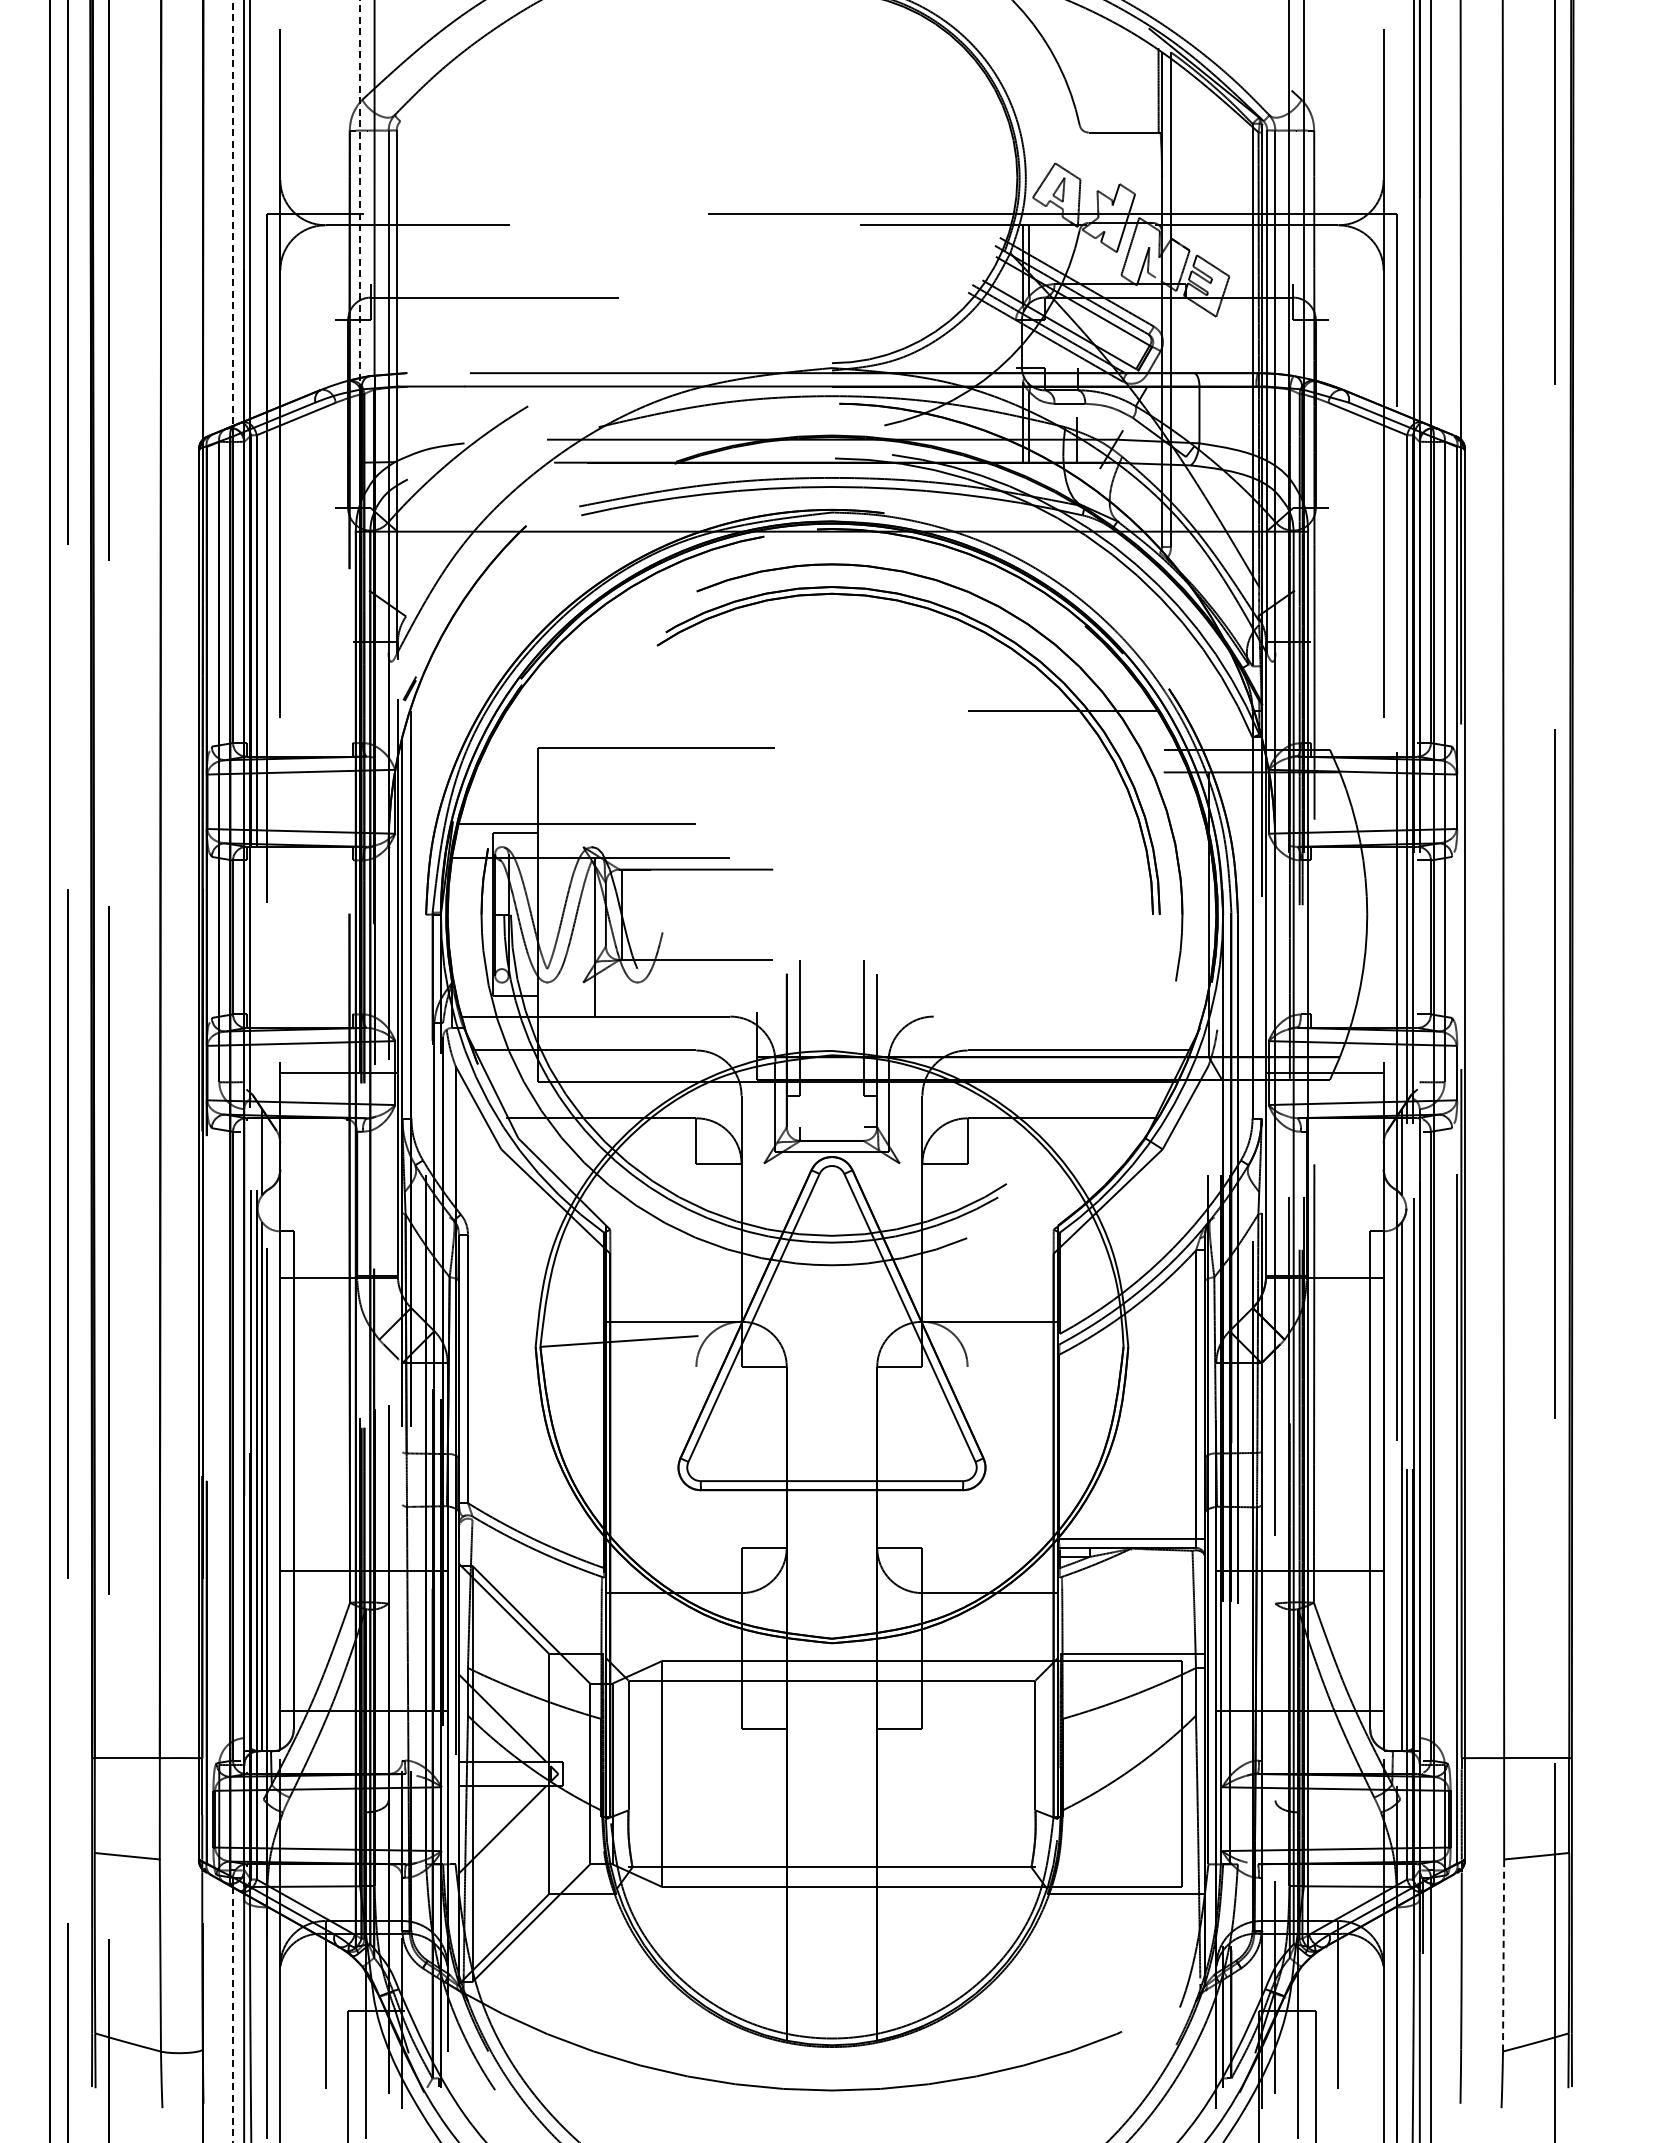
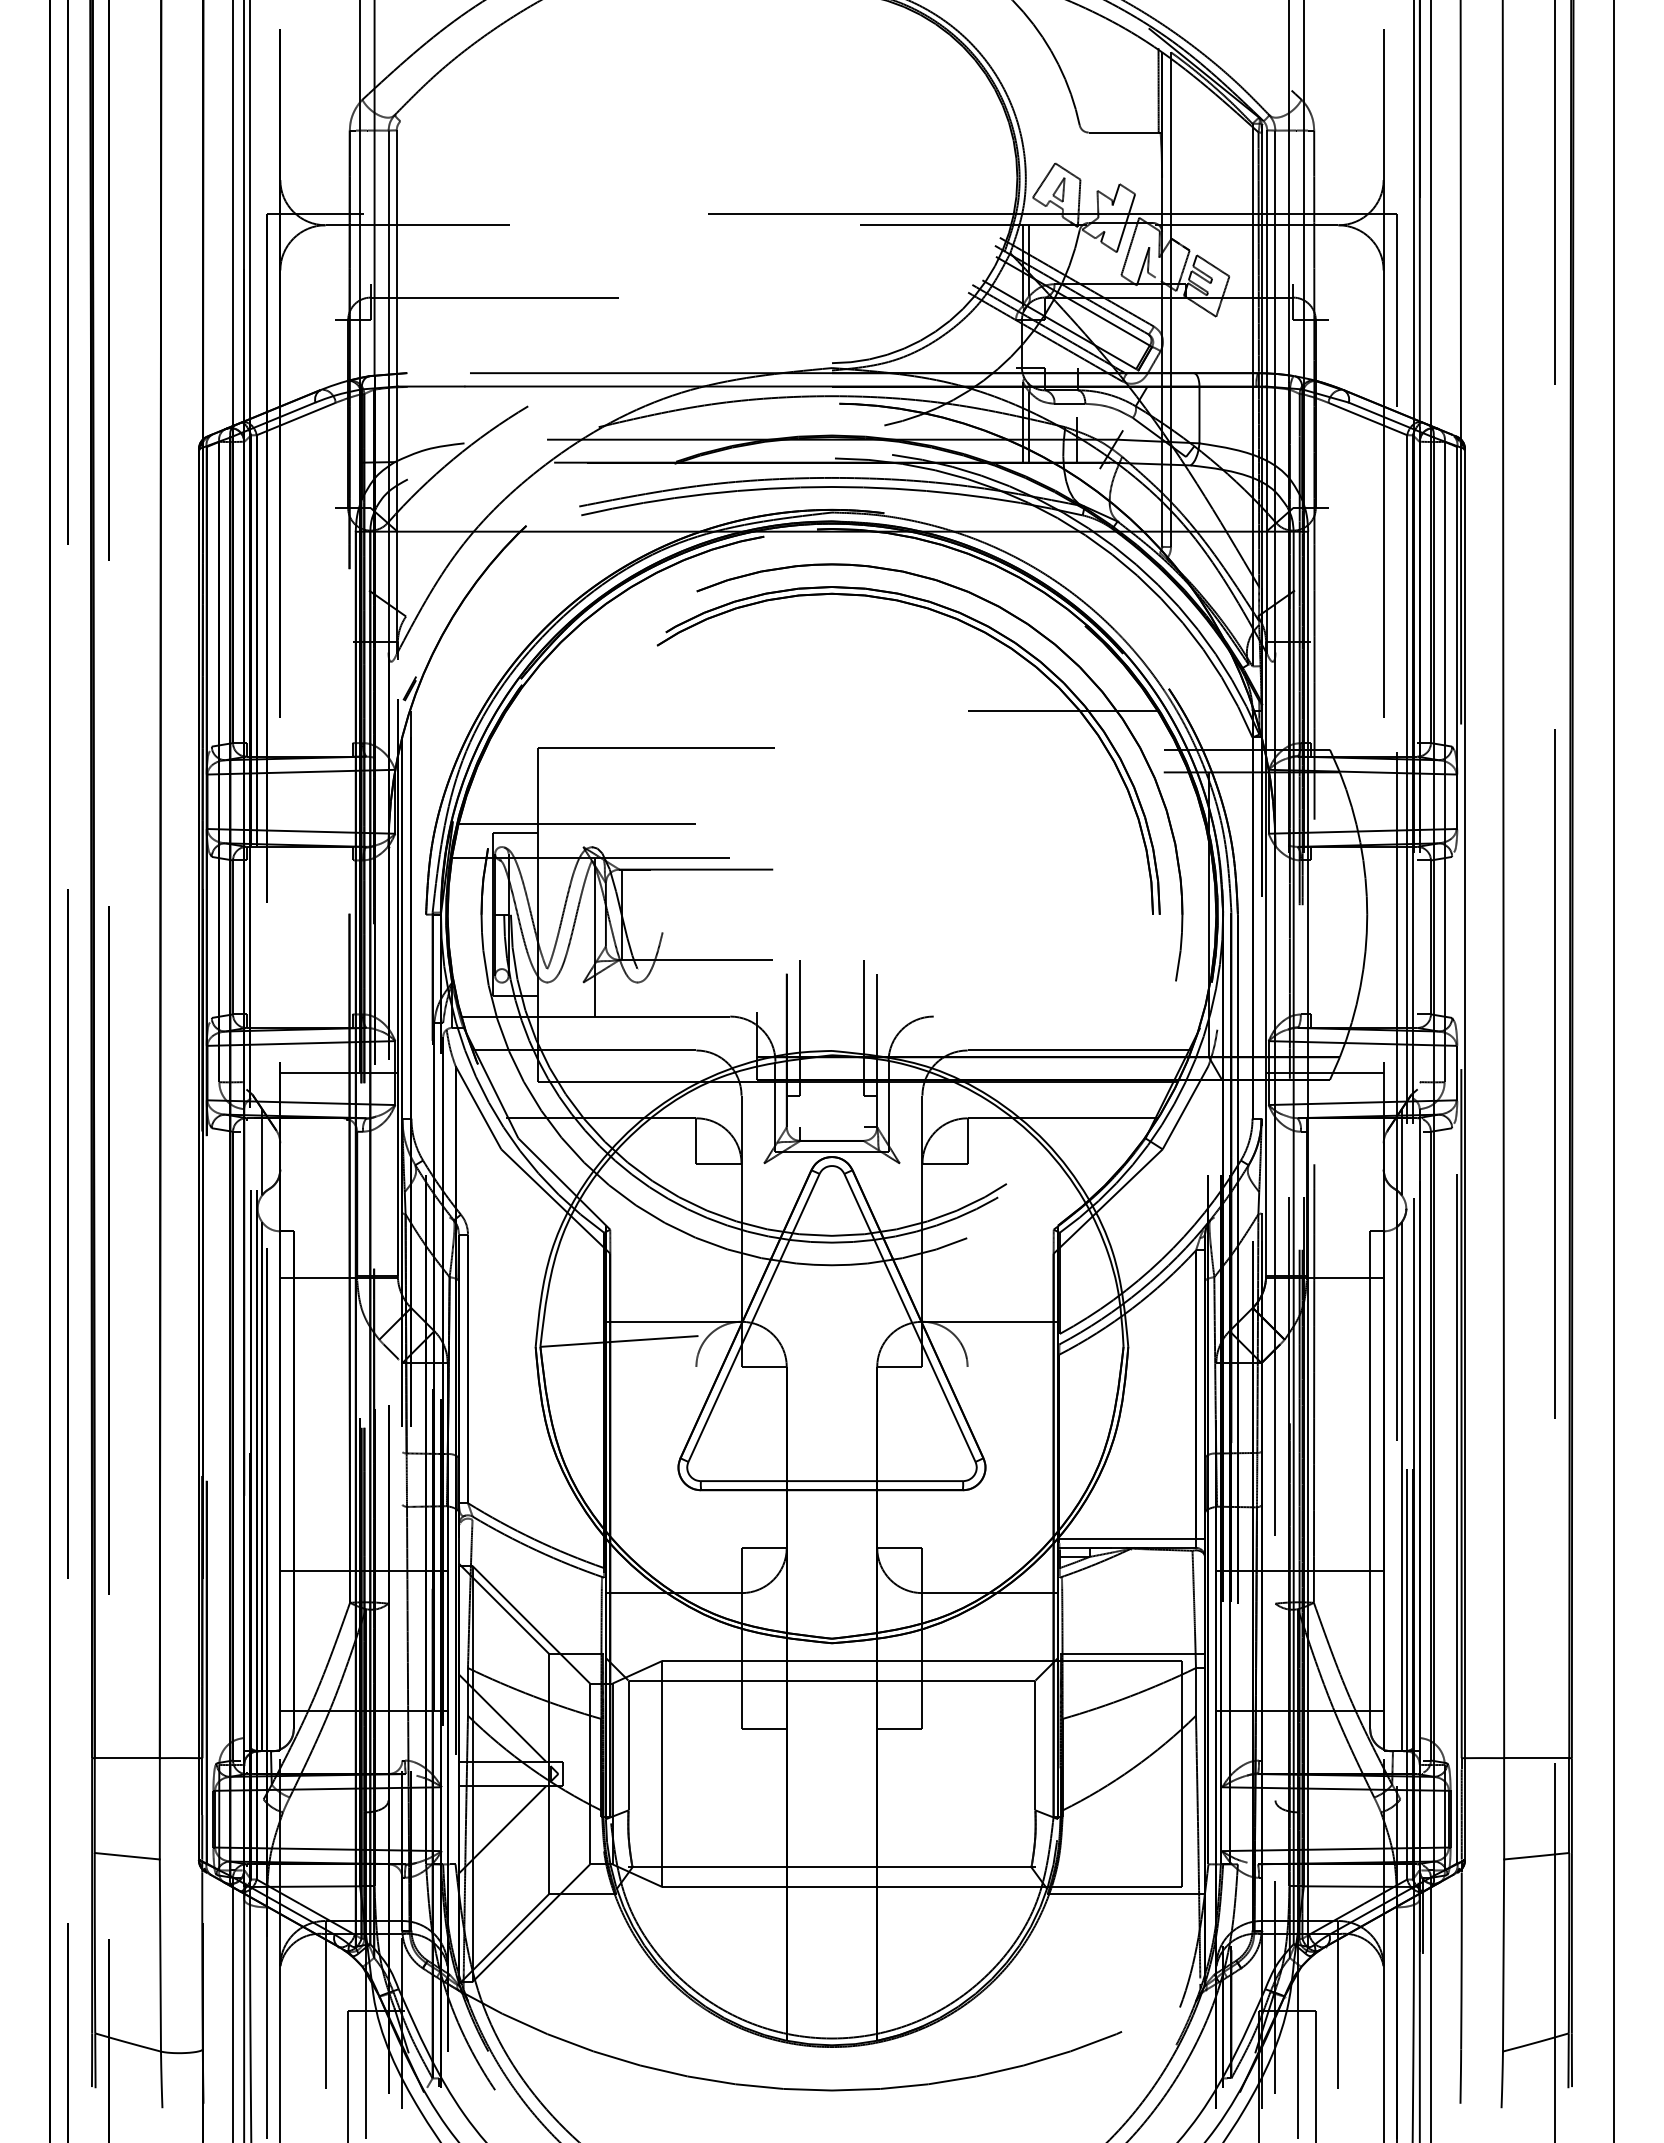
line at (360, 192): dashed -> solid
line at (233, 213): dashed -> solid
line at (1614, 1070): none -> present
line at (1503, 1955): dashed -> solid
line at (233, 2015): dashed -> solid
